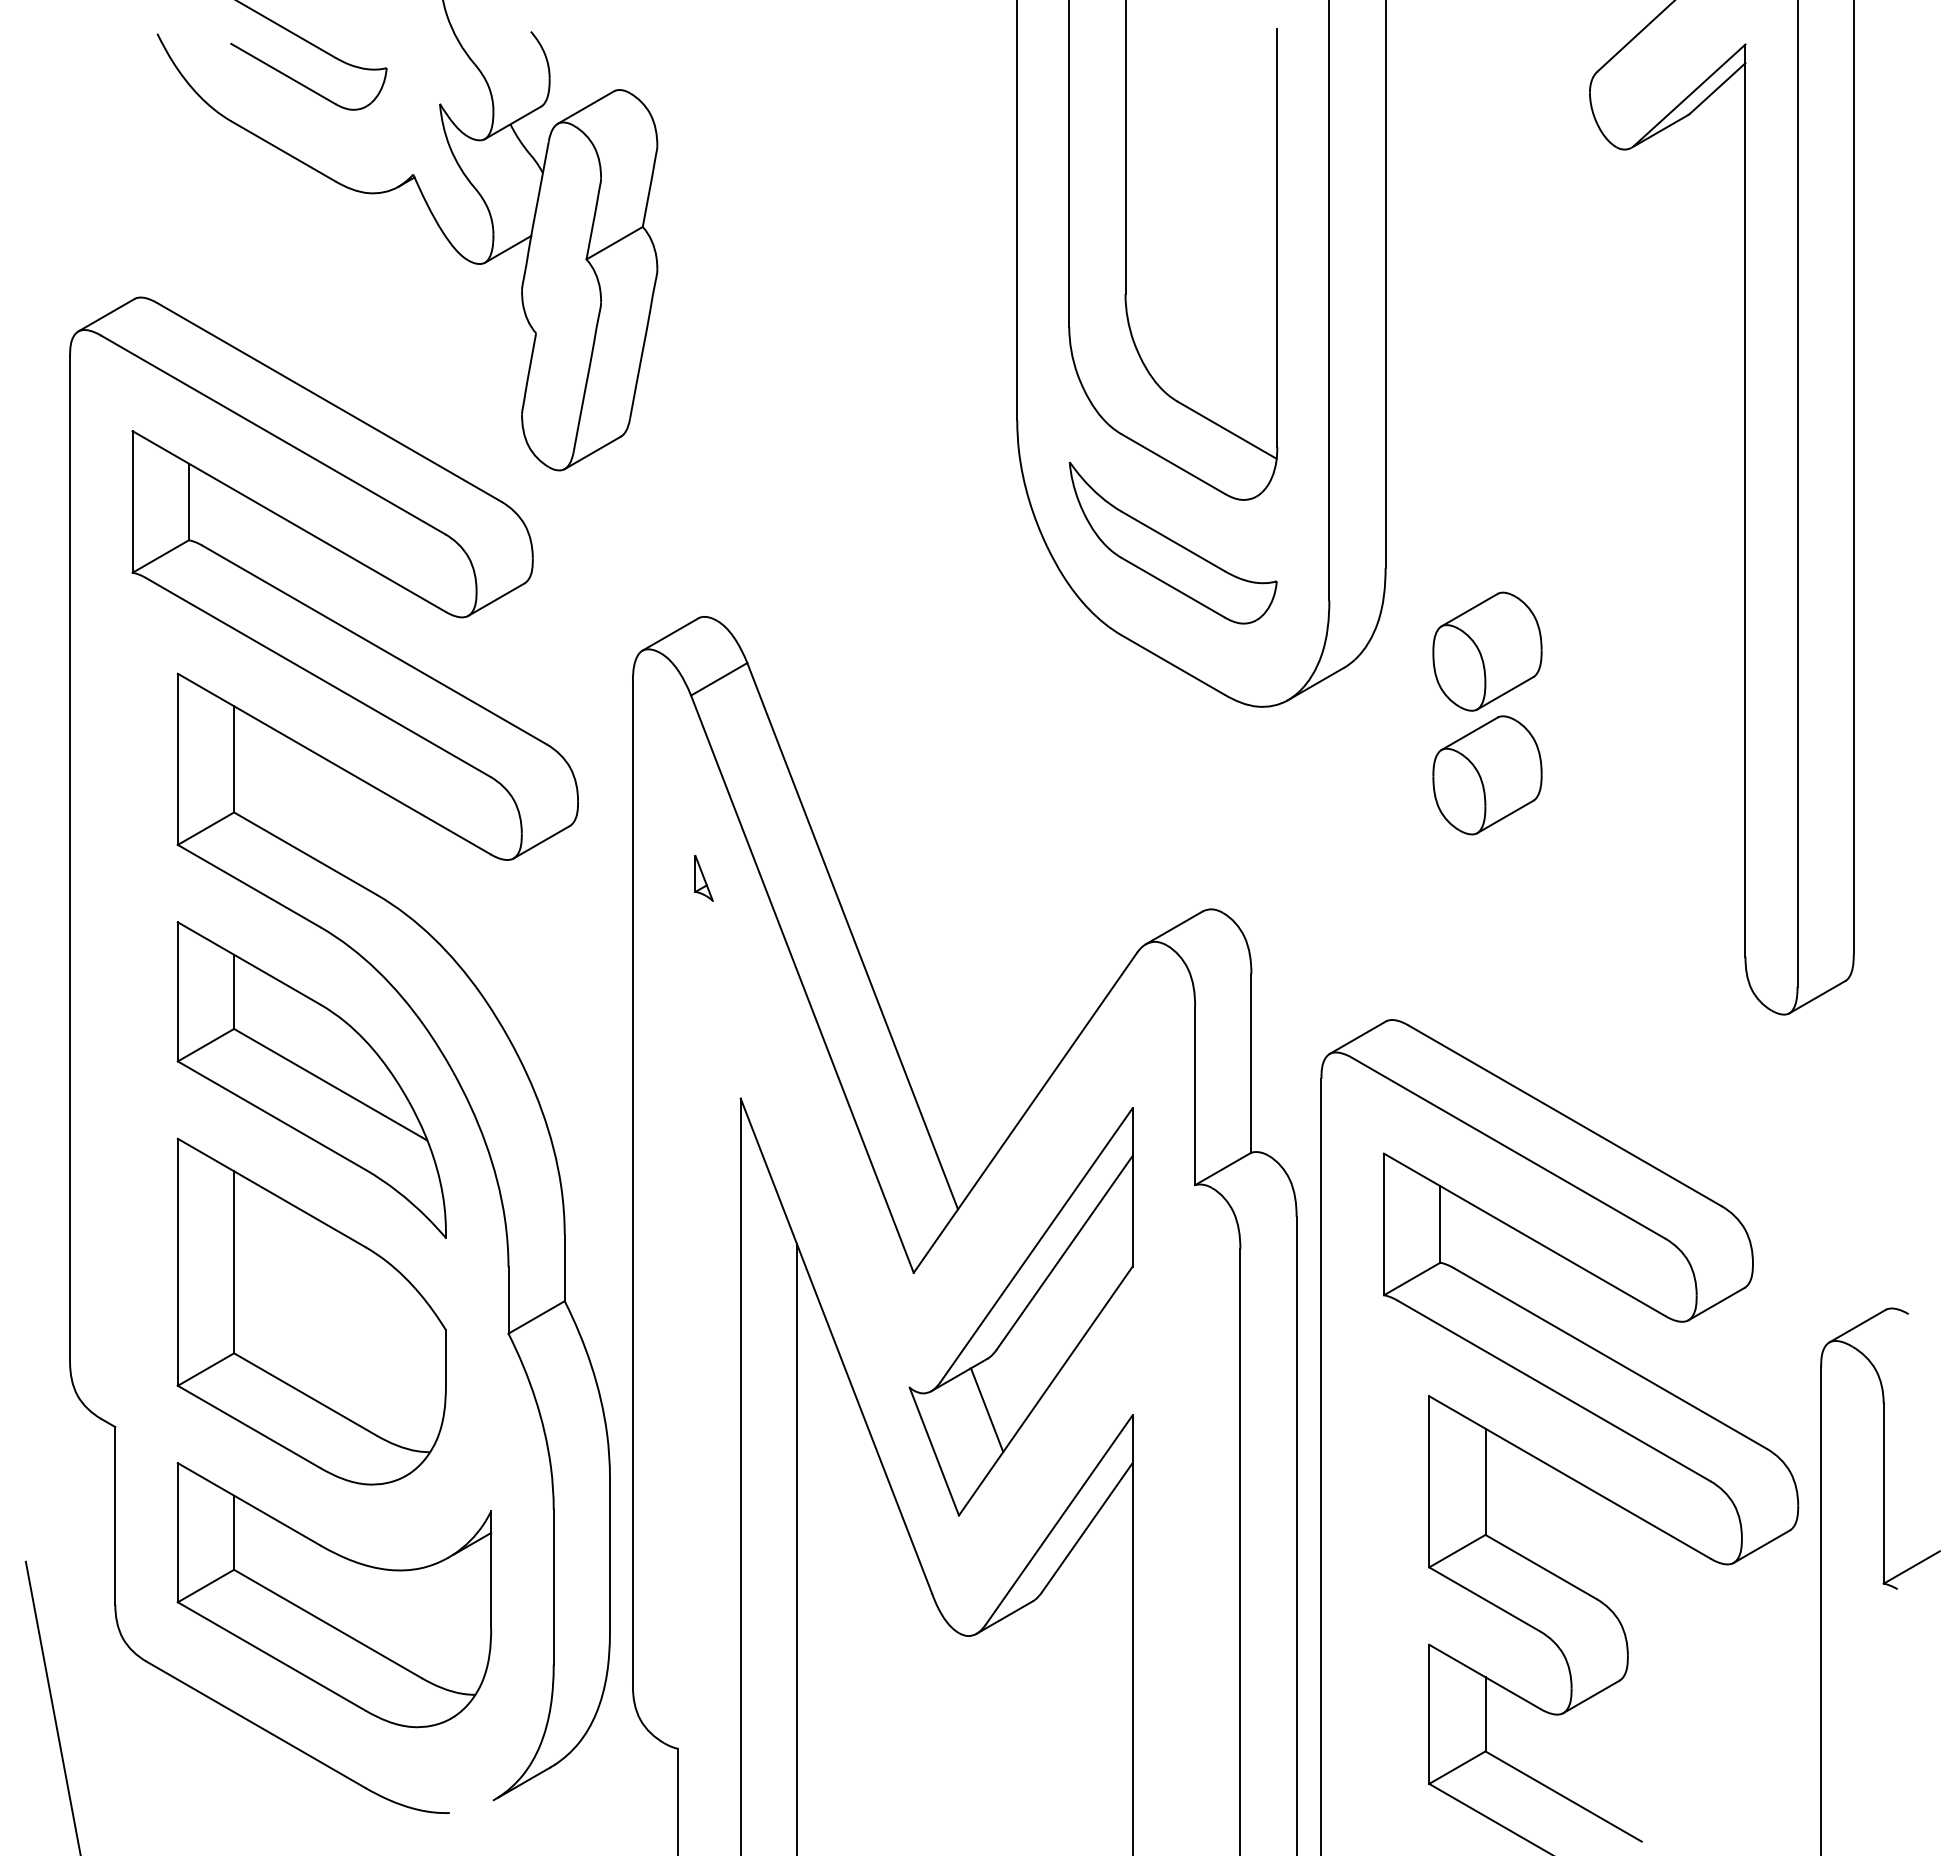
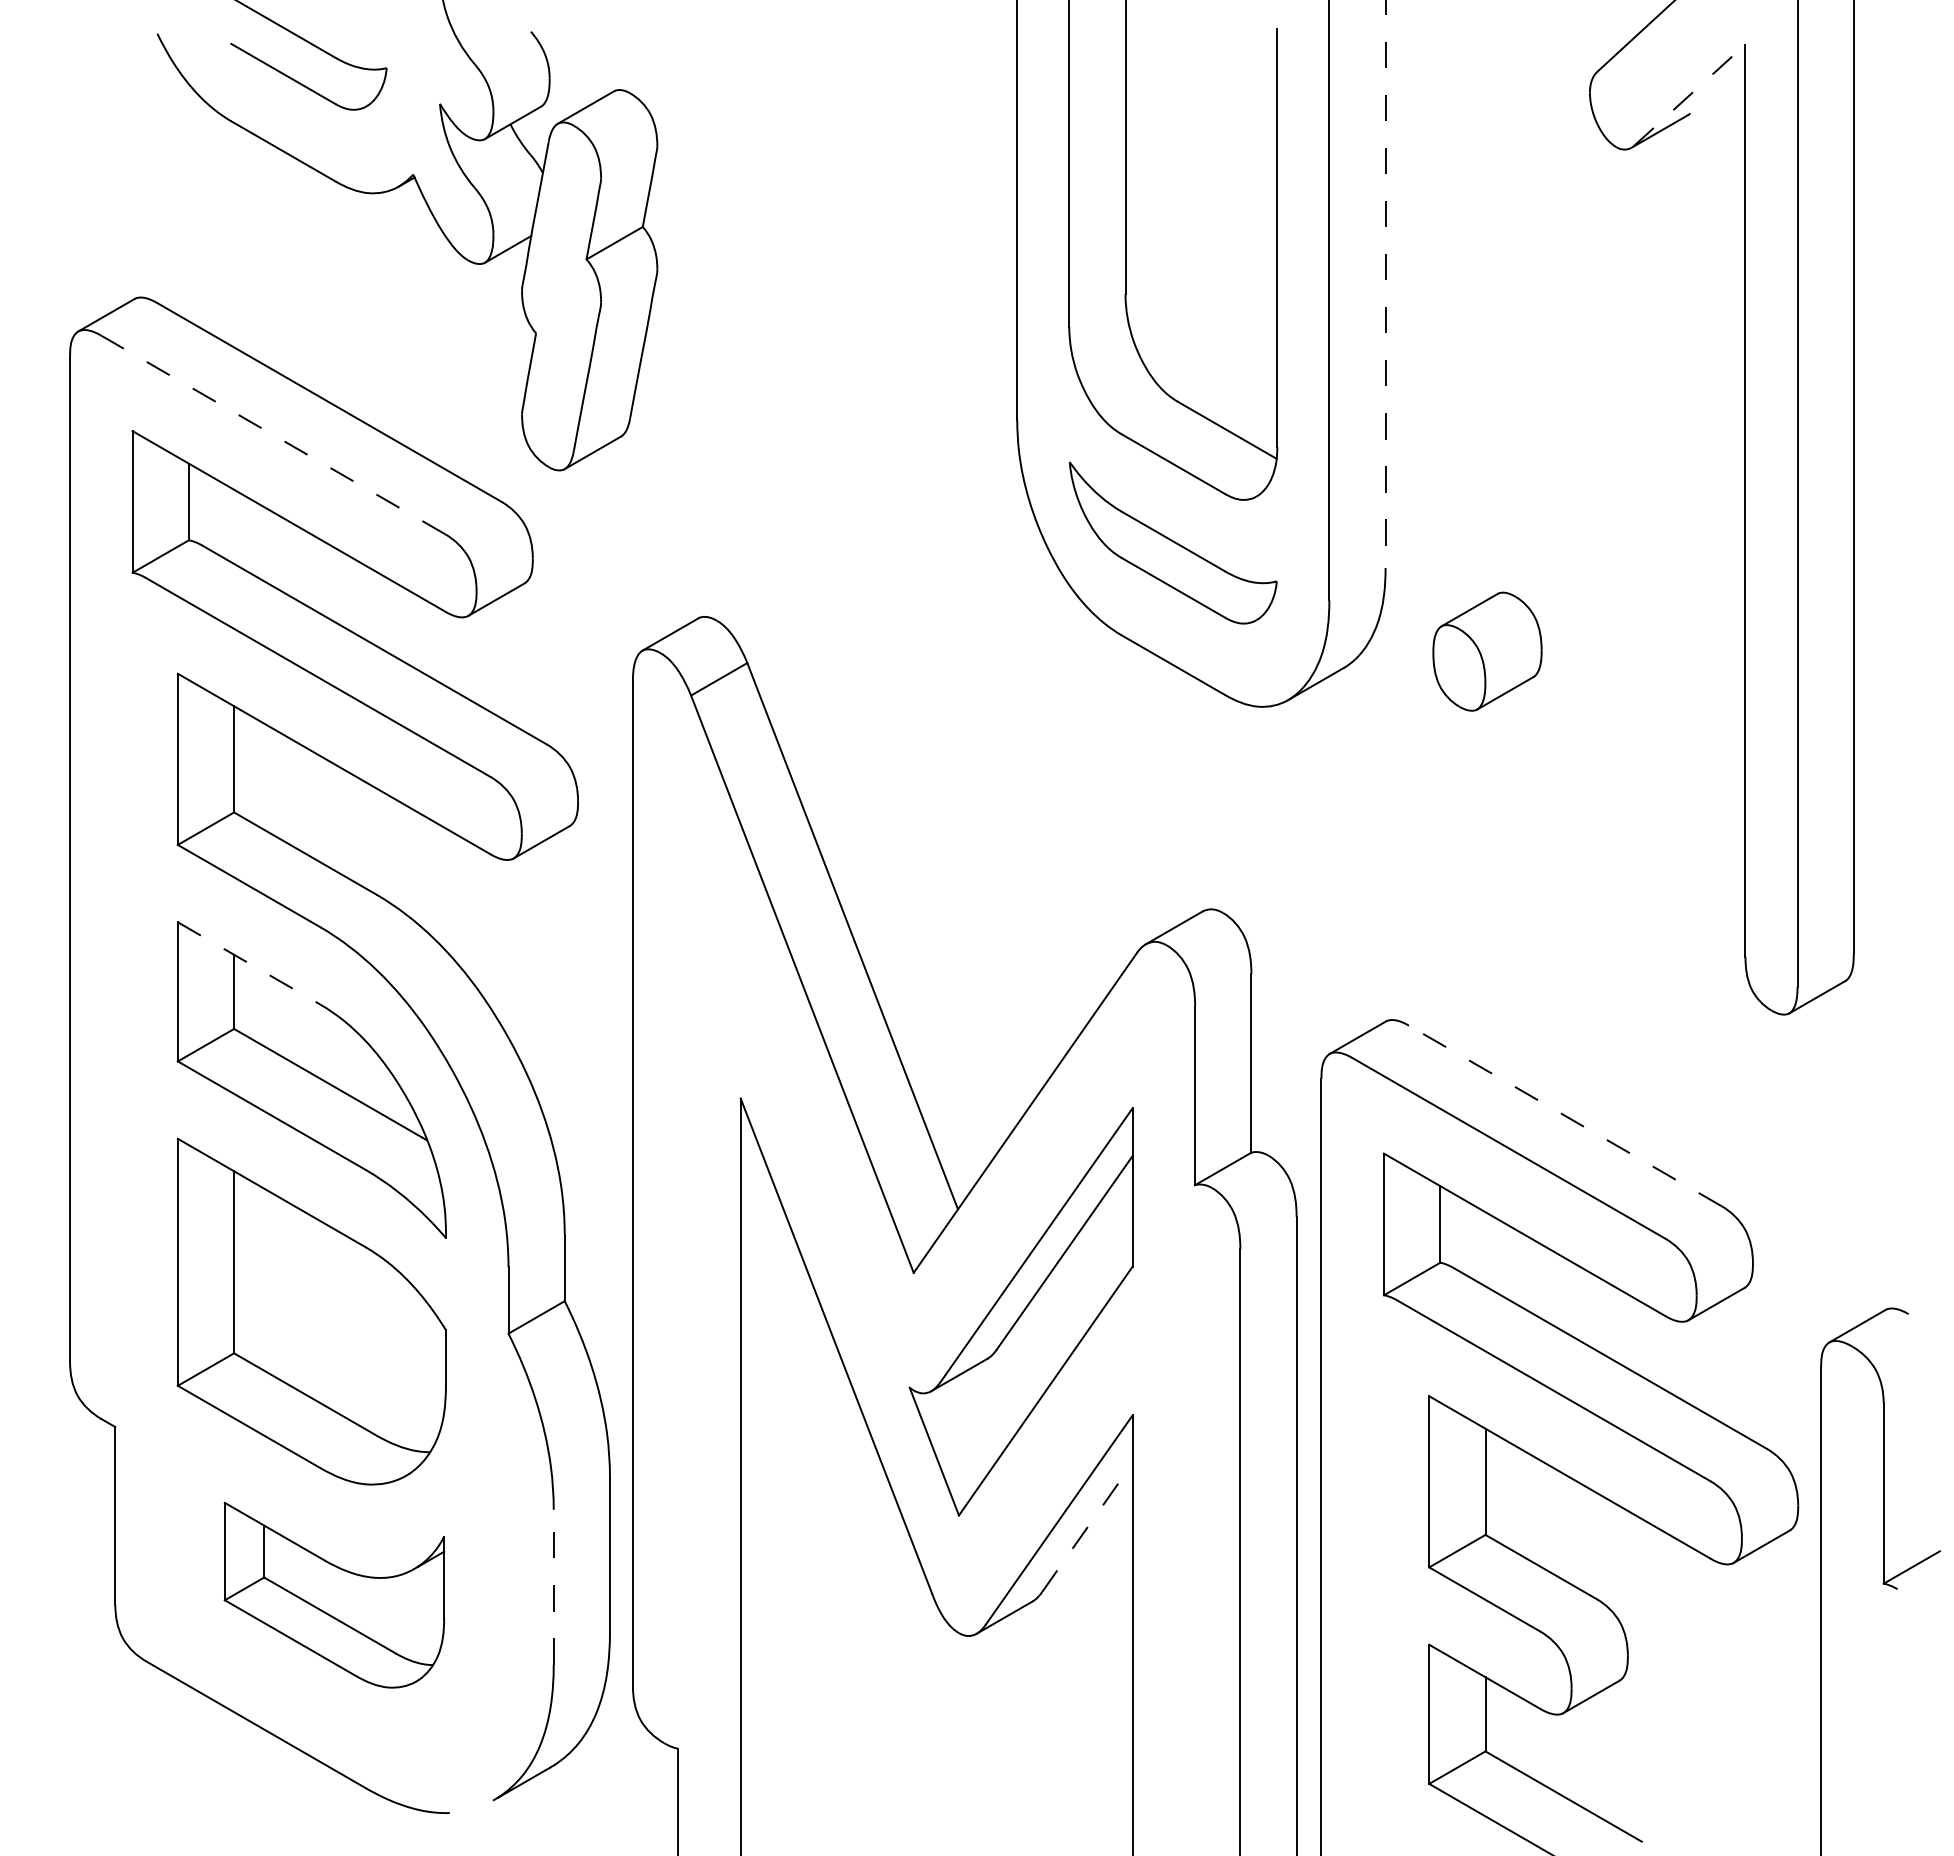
line at (1717, 88): present -> none
line at (1690, 94): solid -> dashed
line at (1385, 284): solid -> dashed
line at (273, 435): solid -> dashed
part at (1487, 775): present -> none
part at (703, 877): present -> none
line at (249, 963): solid -> dashed
line at (1565, 1115): solid -> dashed
line at (986, 1410): present -> none
line at (1087, 1527): solid -> dashed
line at (796, 1548): present -> none
line at (553, 1586): solid -> dashed
part at (334, 1595) size: 317x267 px -> 223x188 px
line at (52, 1706): present -> none
